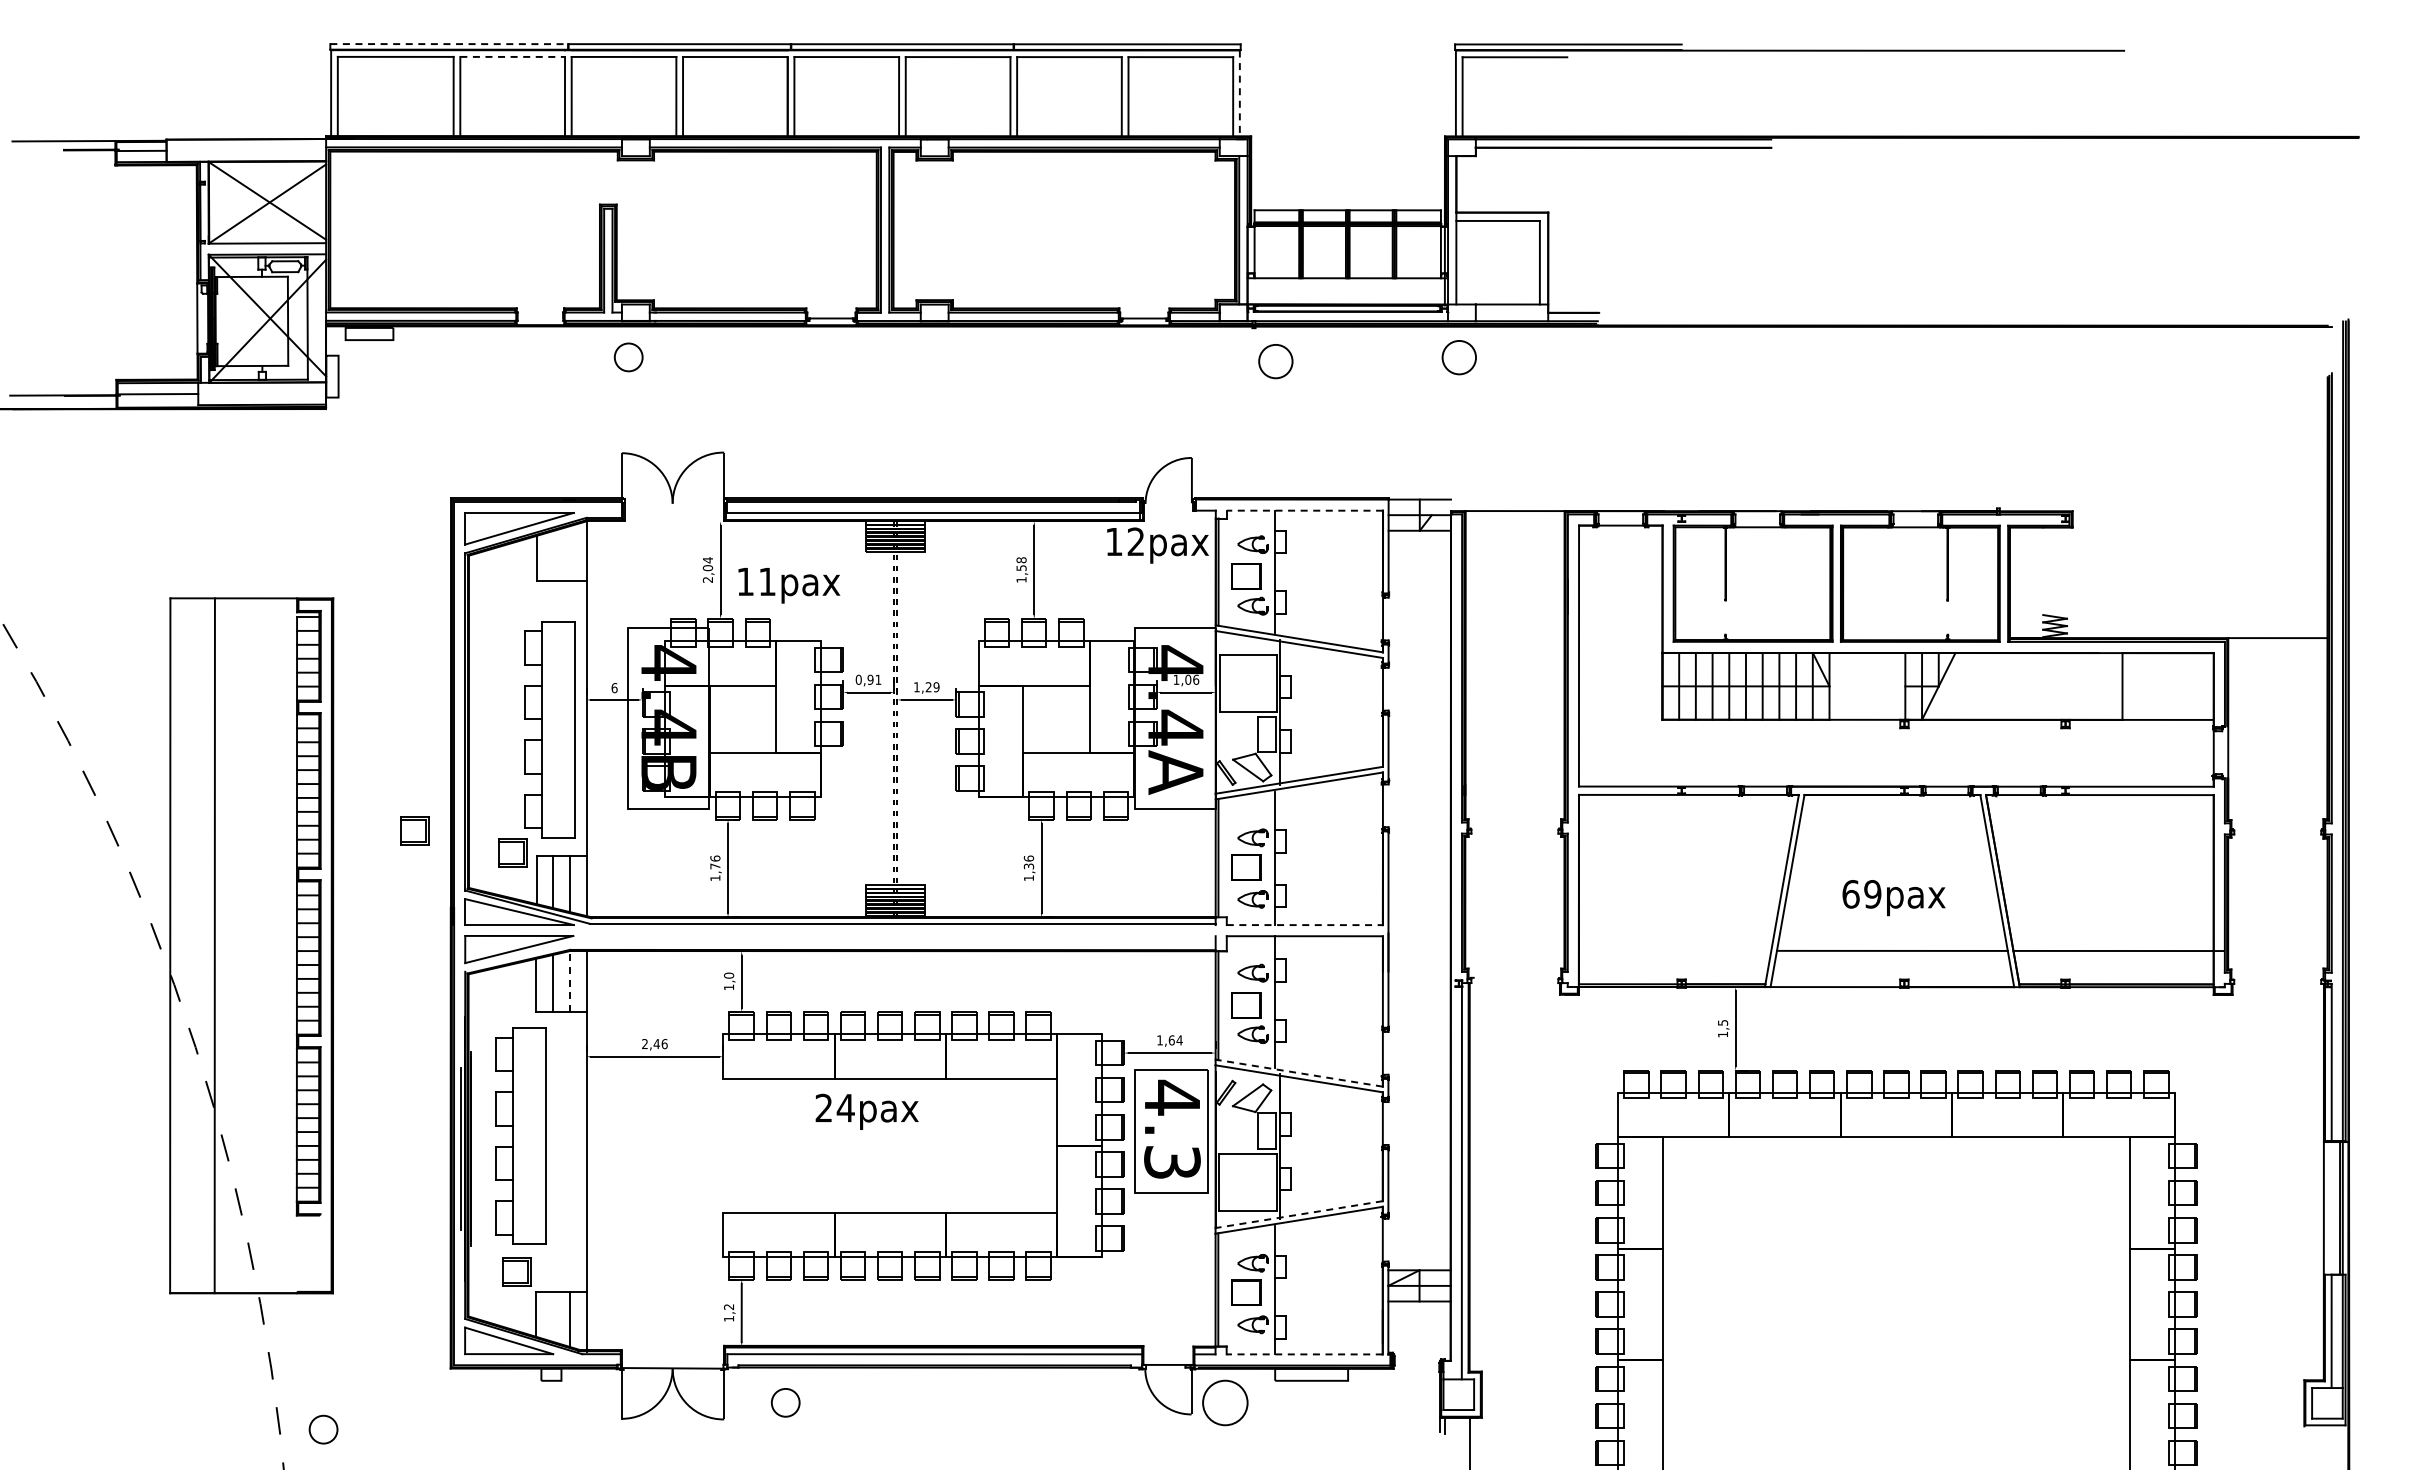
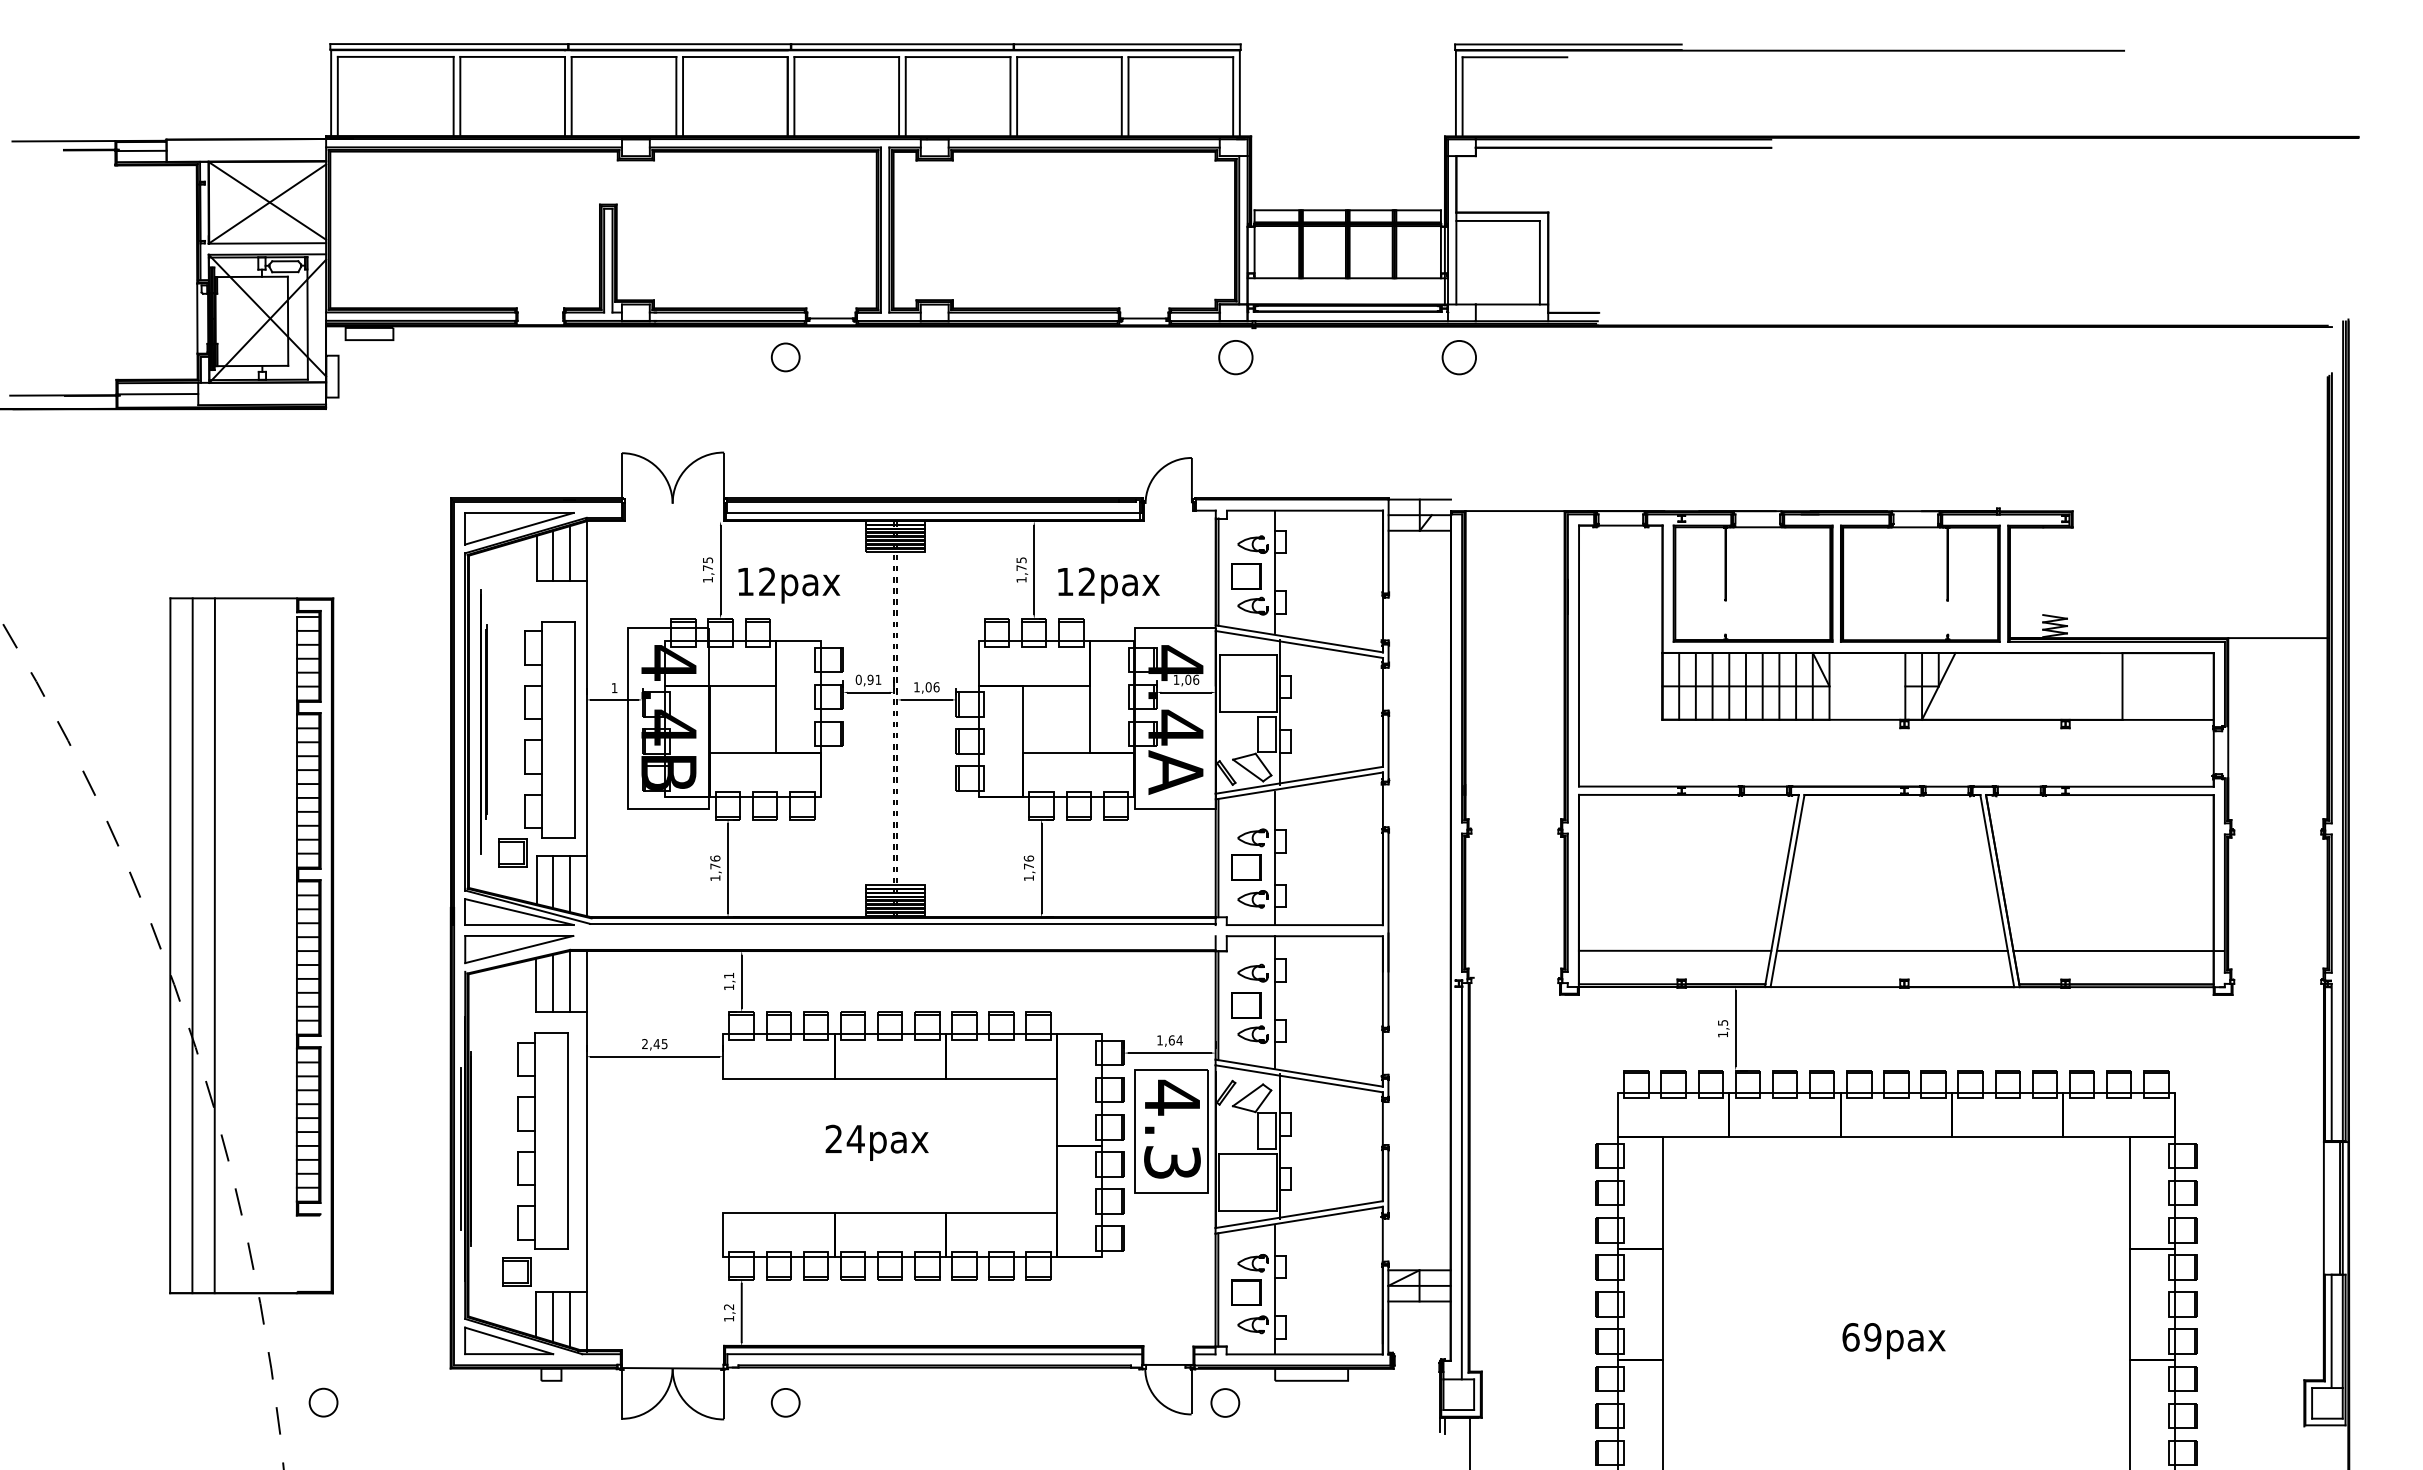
line at (449, 44): dashed -> solid
line at (513, 56): dashed -> solid
line at (1239, 94): dashed -> solid
circle at (628, 357) position: (628, 357) -> (785, 357)
circle at (1275, 361) position: (1275, 361) -> (1235, 357)
line at (1304, 510): dashed -> solid
text at (1157, 545) position: (1157, 545) -> (1108, 585)
line at (569, 553): none -> present
line at (553, 556): none -> present
text at (1021, 564): 1,58 -> 1,75
text at (707, 569): 2,04 -> 1,75
text at (767, 581): 11pax -> 12pax
text at (932, 687): 1,29 -> 1,06
text at (614, 688): 6 -> 1
part at (483, 721): none -> present
part at (414, 830): present -> none
text at (1028, 866): 1,36 -> 1,76
text at (1893, 898) position: (1893, 898) -> (1893, 1341)
line at (1305, 925): dashed -> solid
line at (192, 945): none -> present
line at (1674, 950): none -> present
text at (729, 975): 1,0 -> 1,1
line at (569, 980): dashed -> solid
text at (664, 1044): 2,46 -> 2,45
line at (1299, 1073): dashed -> solid
text at (866, 1111) position: (866, 1111) -> (876, 1142)
part at (520, 1135) position: (520, 1135) -> (542, 1140)
line at (1299, 1214): dashed -> solid
line at (553, 1316): none -> present
line at (1304, 1354): dashed -> solid
circle at (1225, 1402) diameter: 45 px -> 28 px
circle at (323, 1429) position: (323, 1429) -> (323, 1402)
